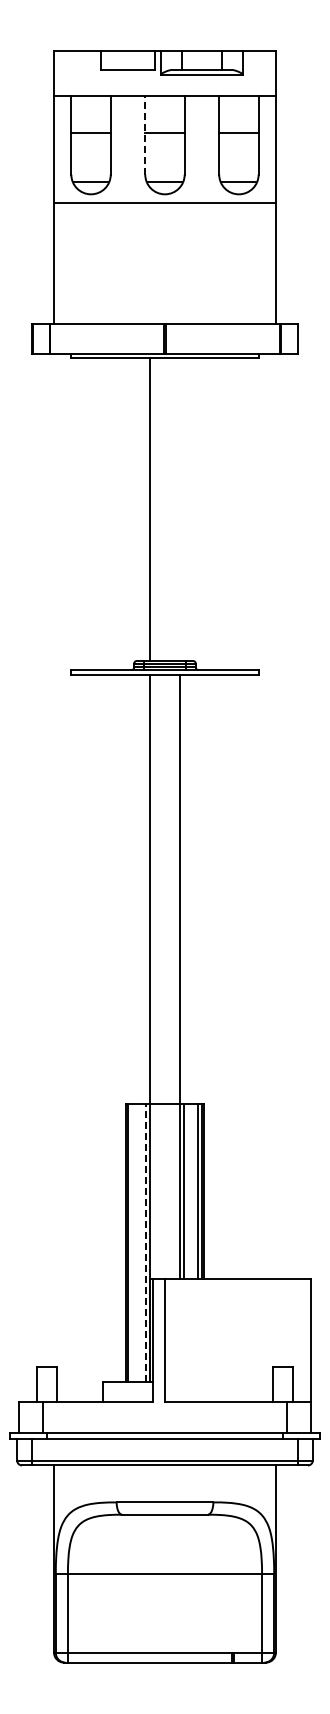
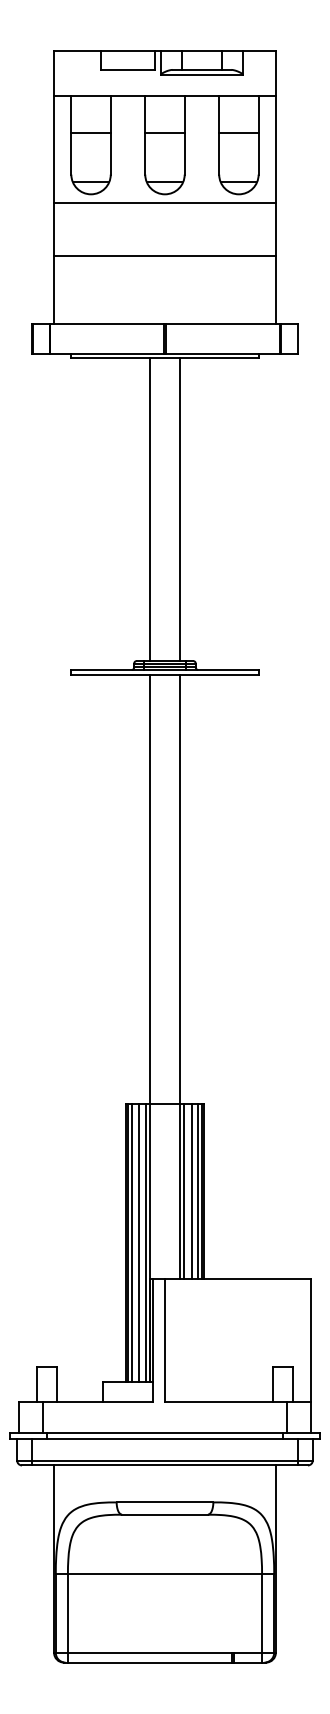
line at (145, 134): dashed -> solid
line at (164, 255): none -> present
line at (179, 509): none -> present
line at (191, 1190): none -> present
line at (132, 1242): none -> present
line at (138, 1242): none -> present
line at (145, 1242): dashed -> solid
